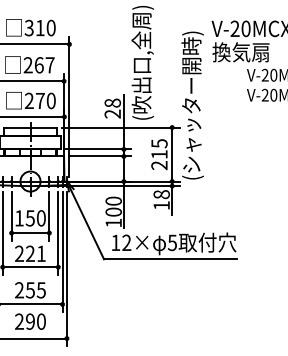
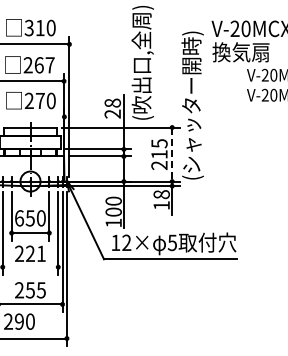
line at (32, 116): present -> none
line at (172, 154): solid -> dashed
text at (19, 218): 150 -> 650
line at (30, 267): present -> none
text at (30, 321) position: (30, 321) -> (19, 321)
